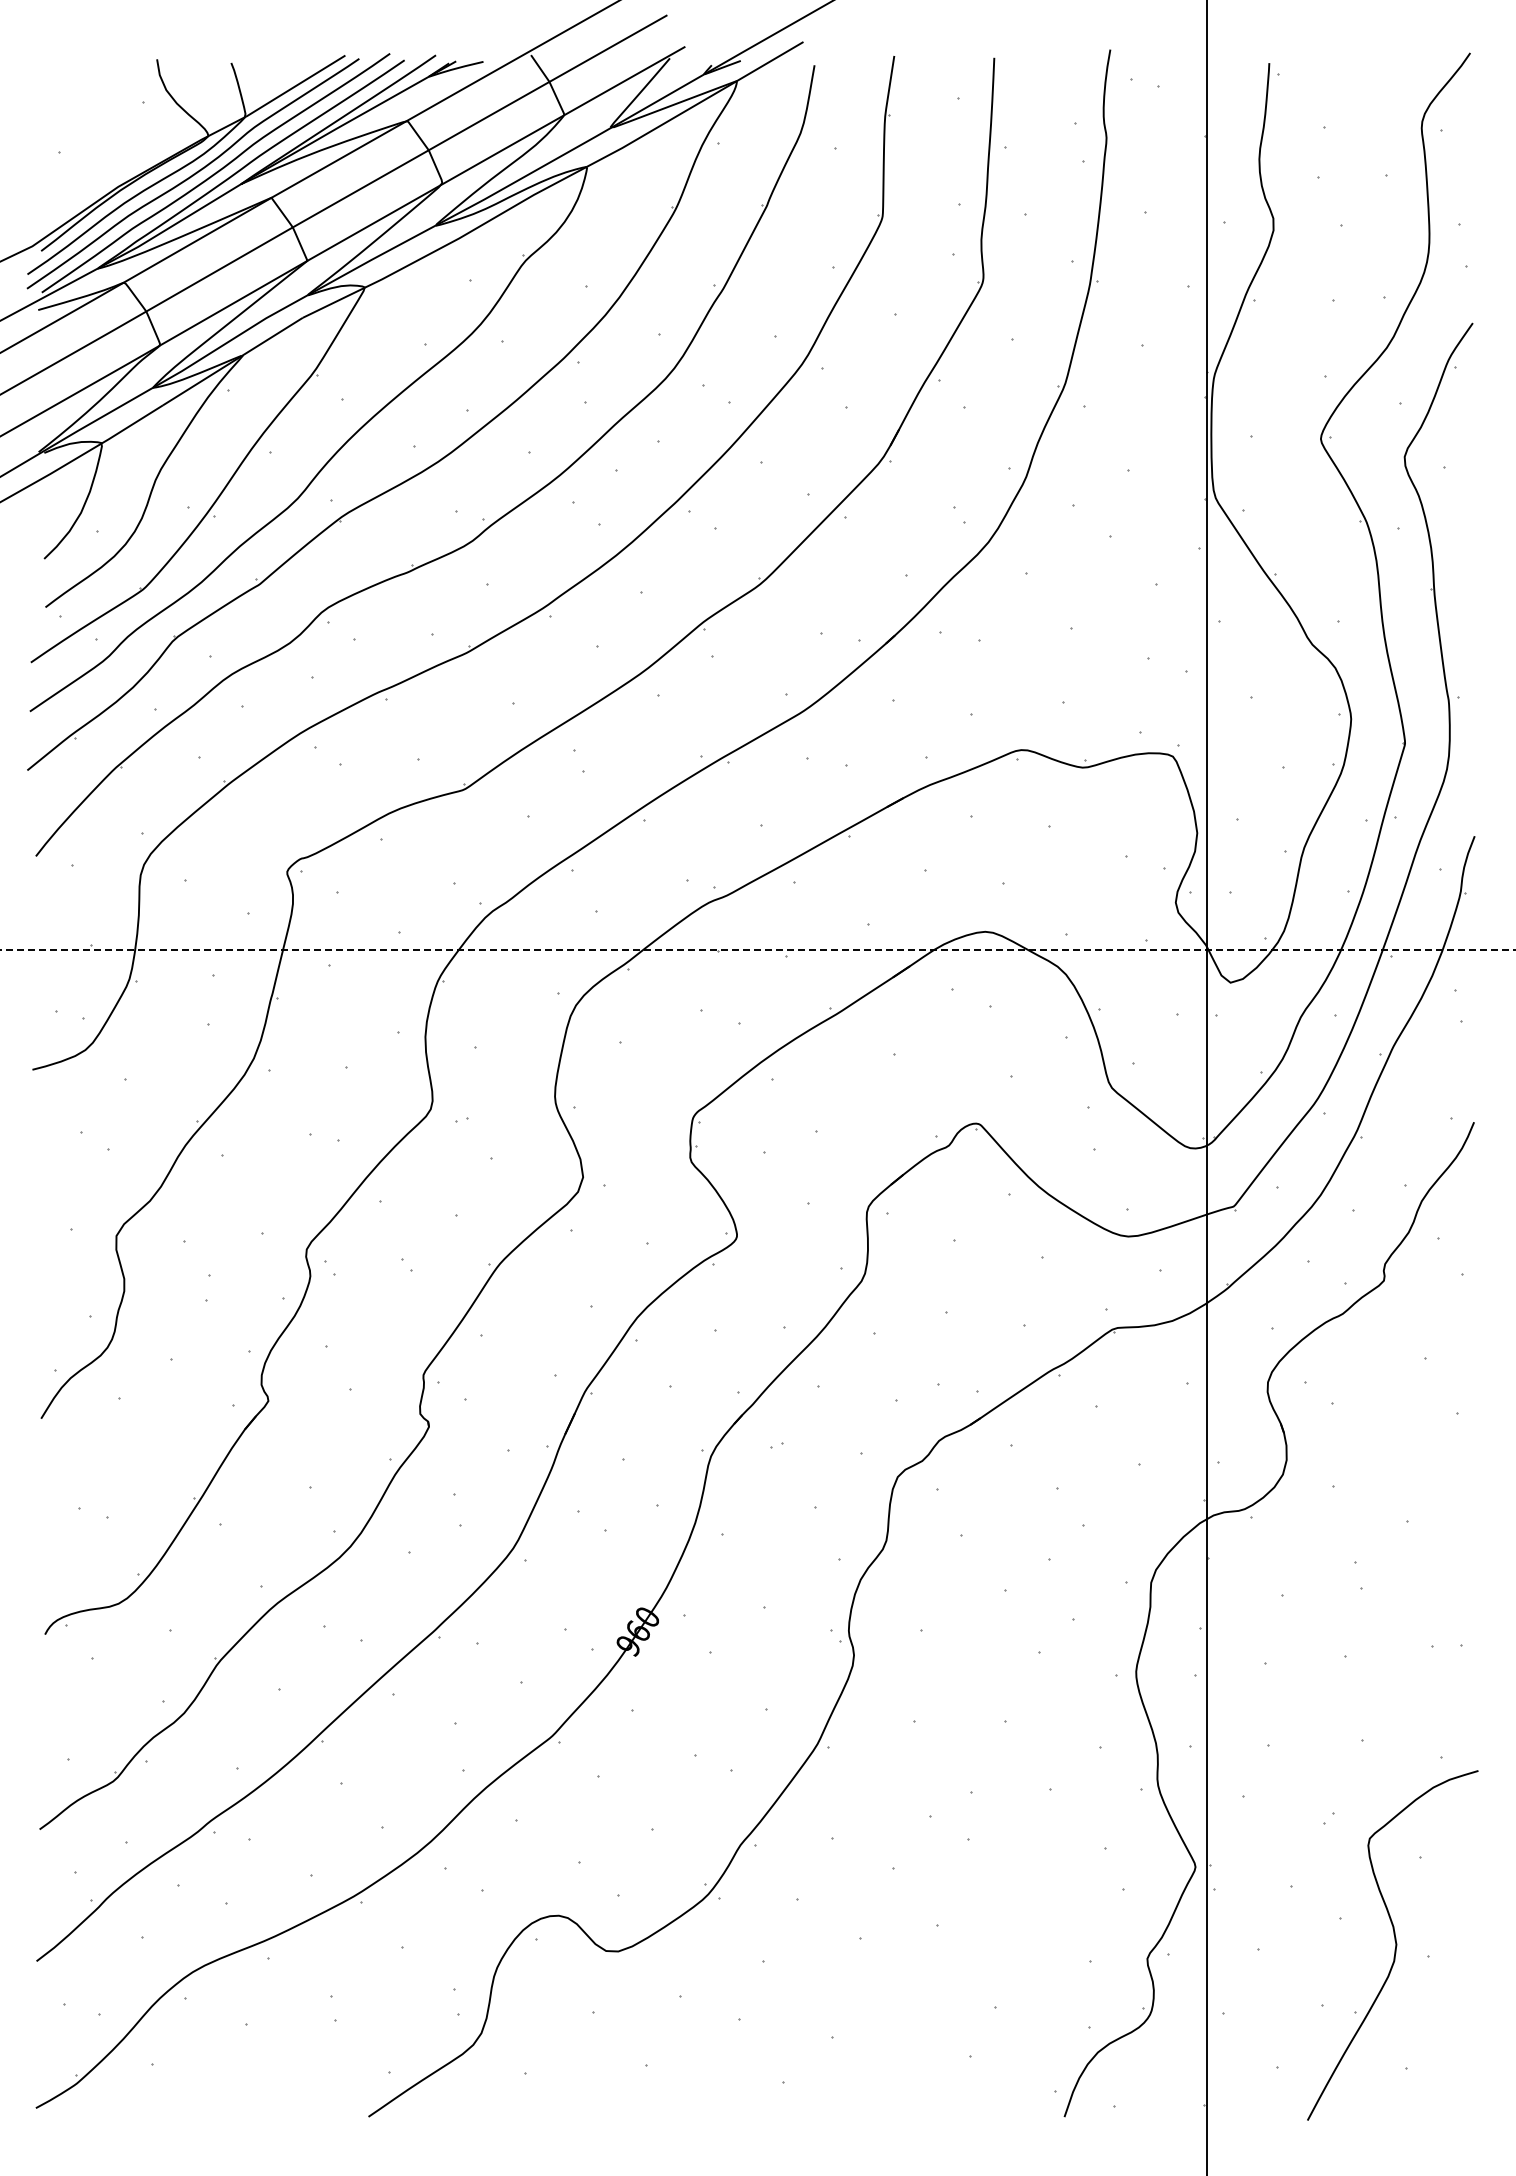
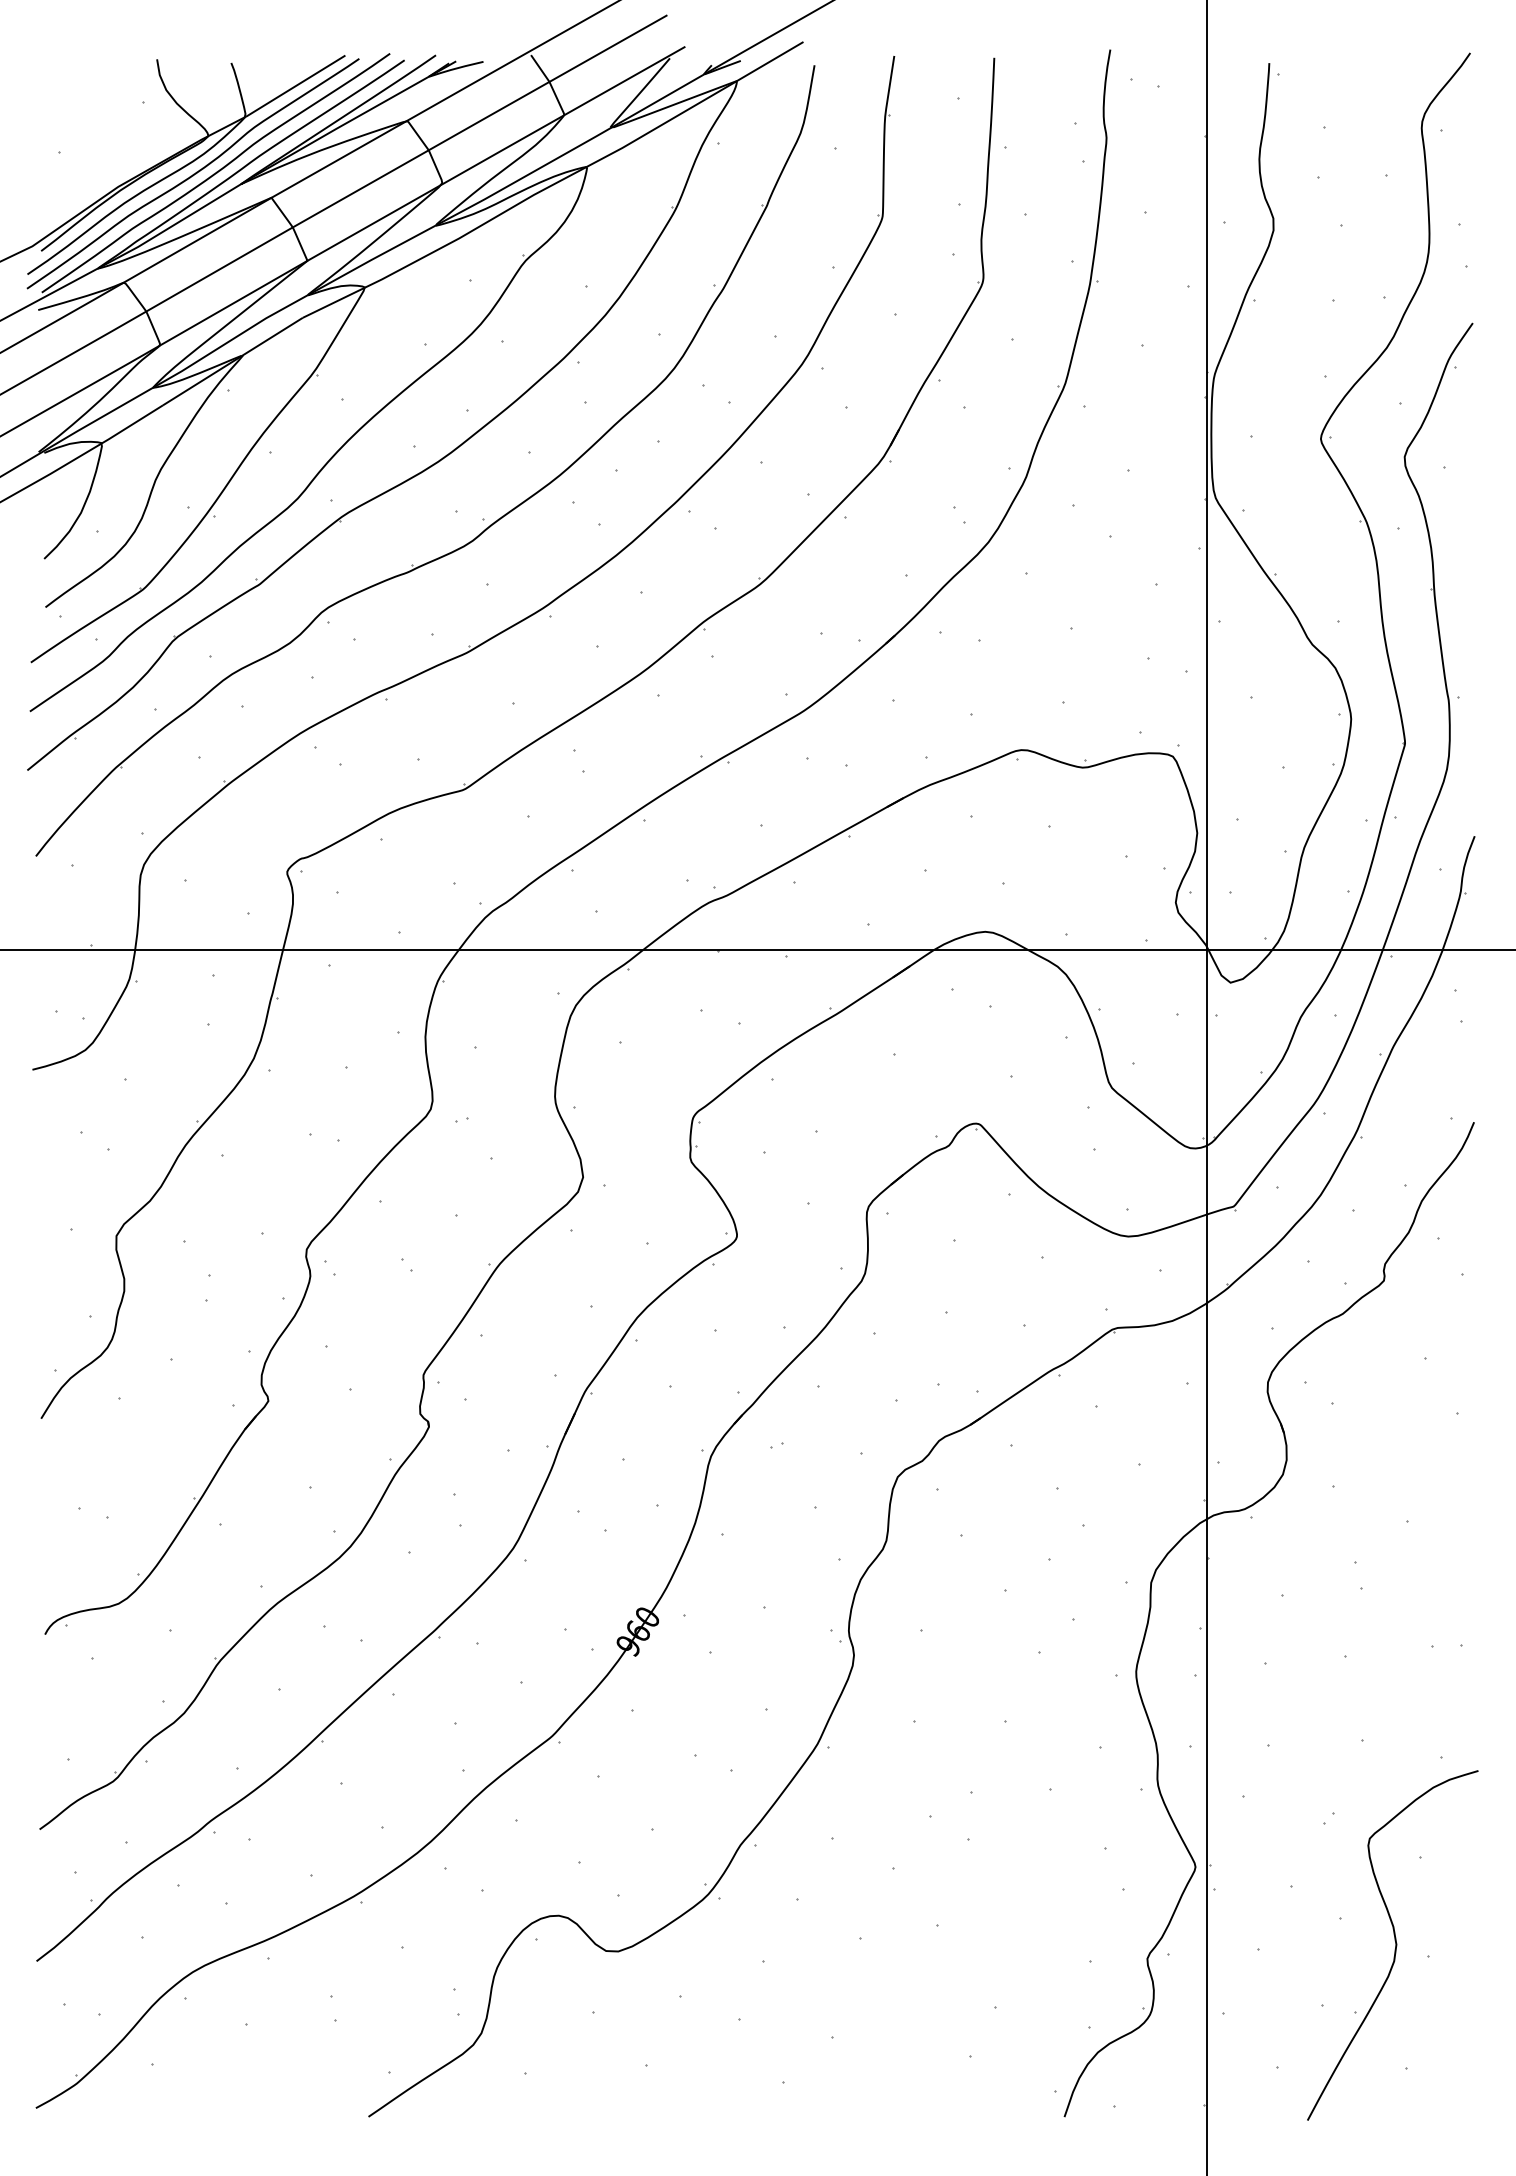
line at (758, 949): dashed -> solid
